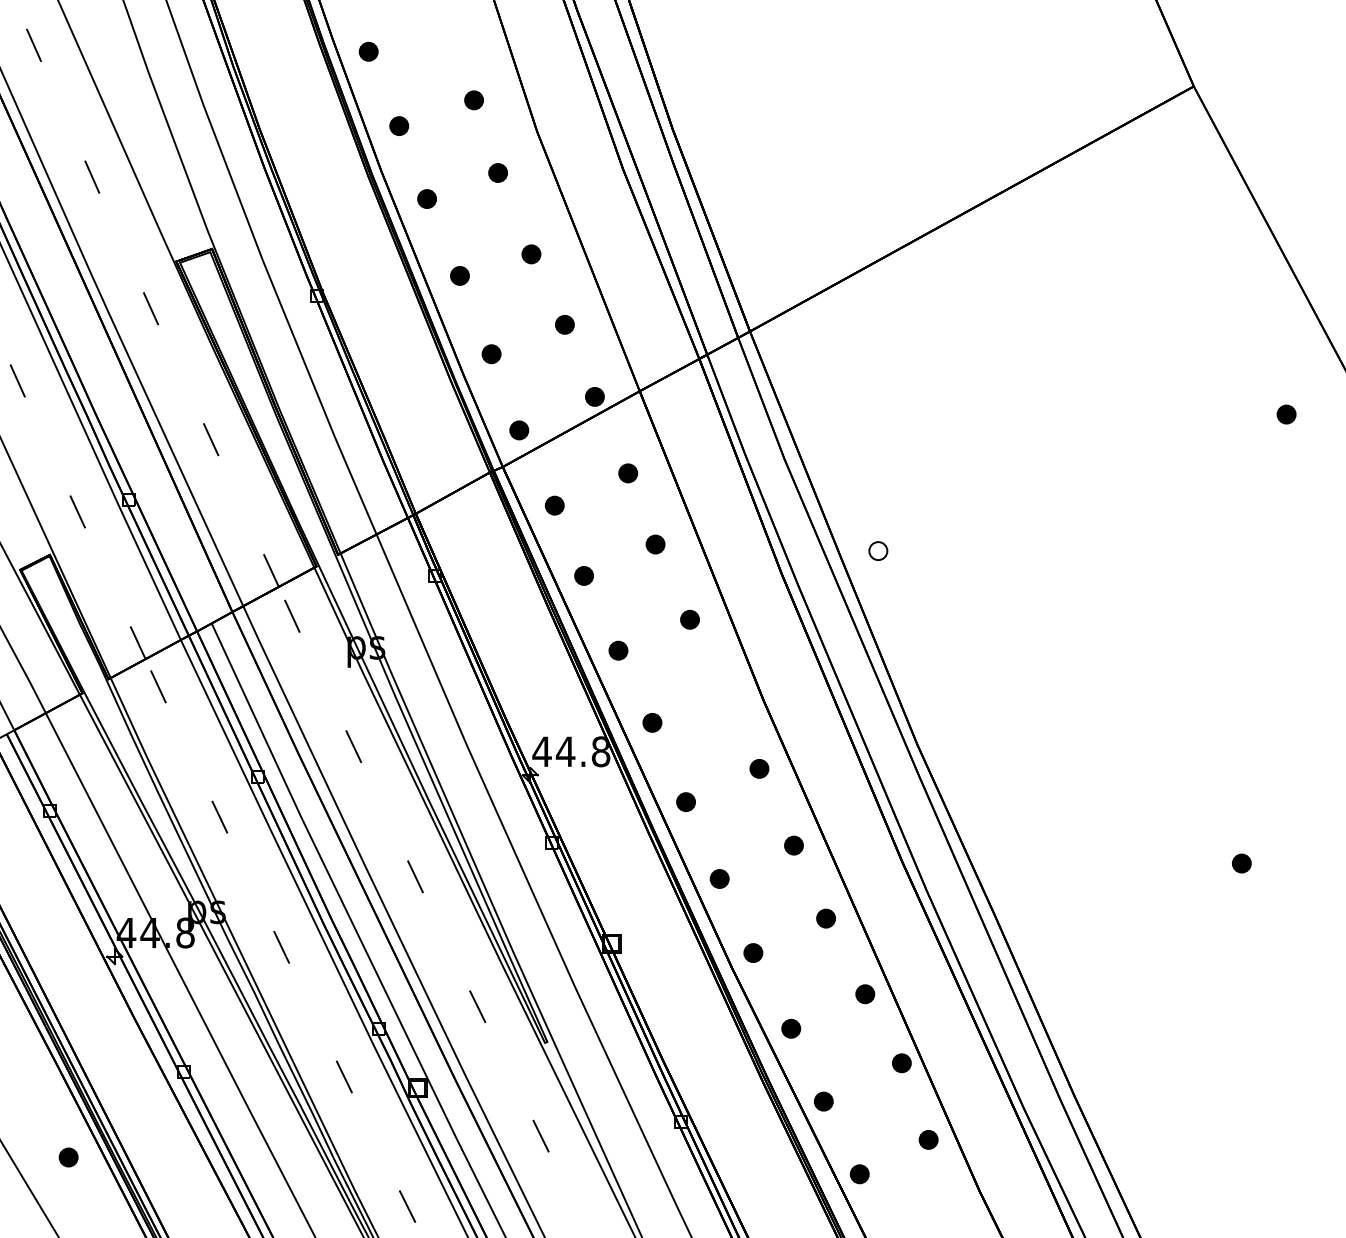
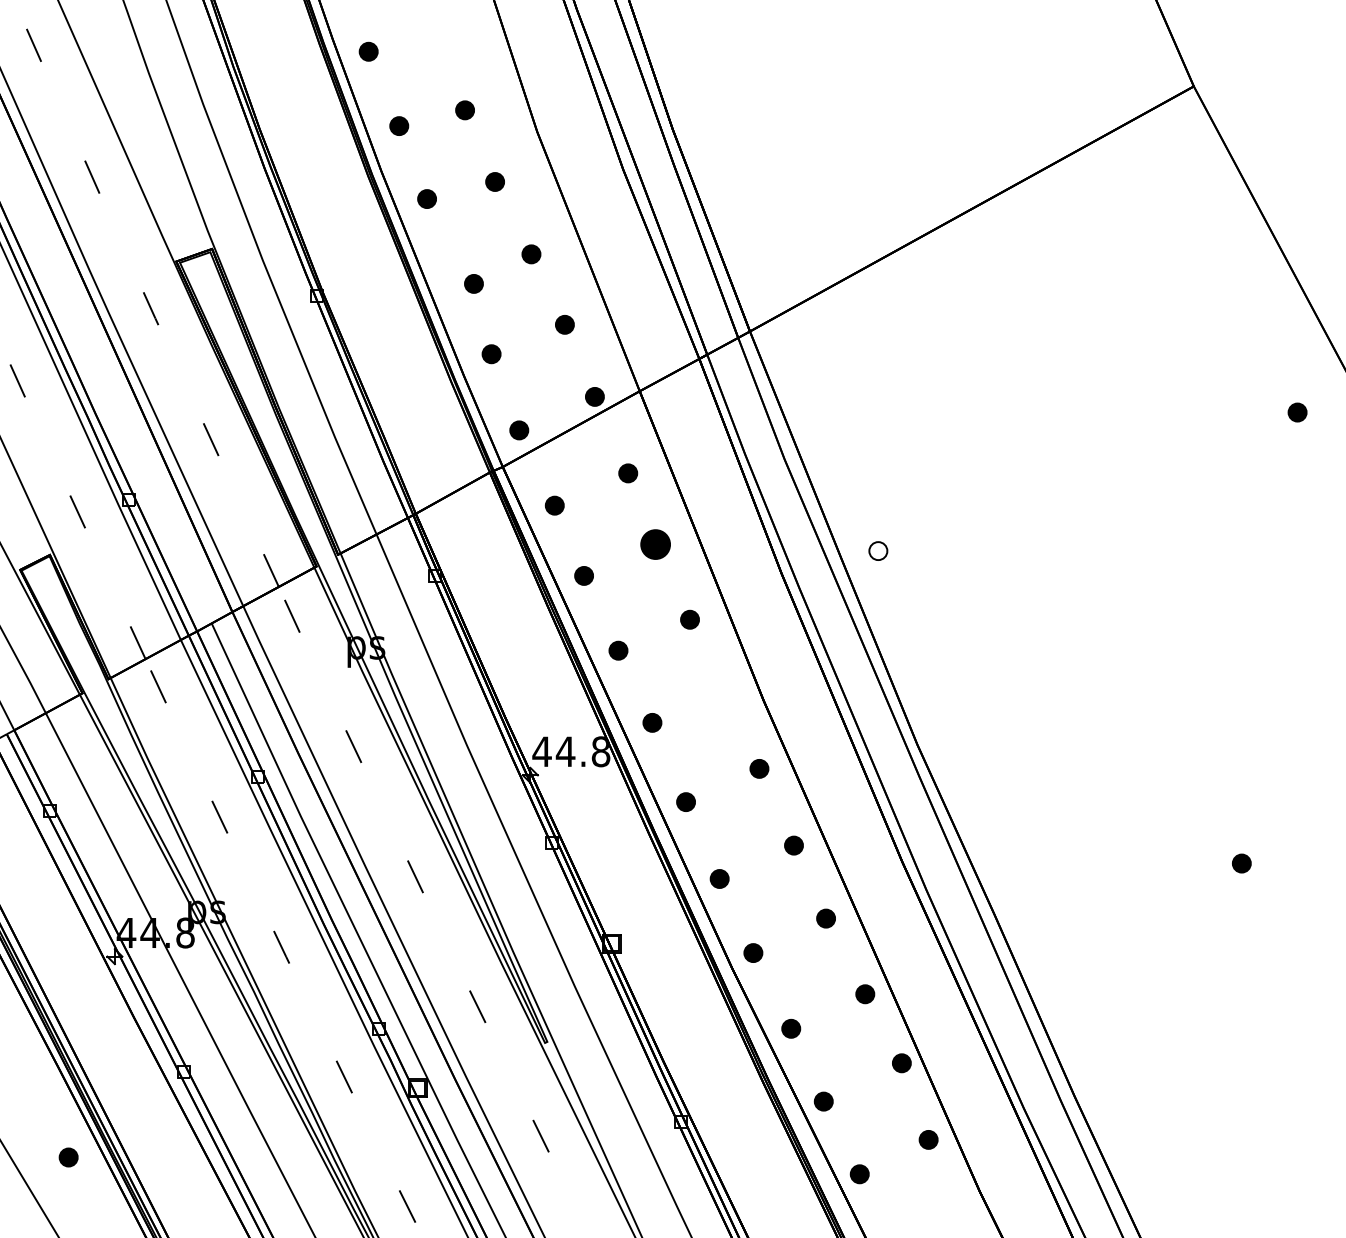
part at (473, 100) position: (473, 100) -> (464, 110)
part at (497, 172) position: (497, 172) -> (494, 181)
part at (459, 275) position: (459, 275) -> (473, 283)
part at (1286, 414) position: (1286, 414) -> (1297, 412)
part at (655, 544) size: 21x21 px -> 31x31 px
